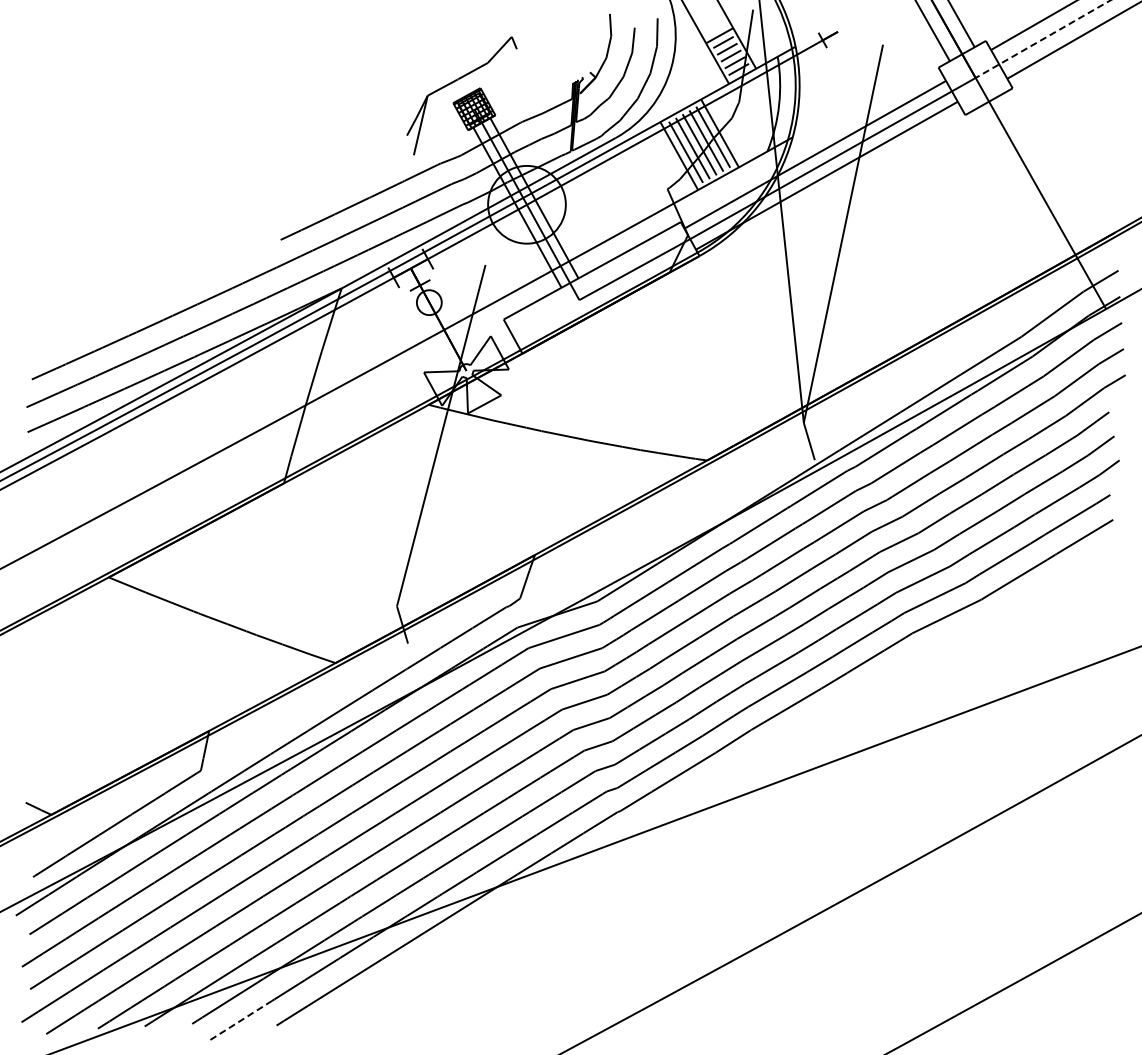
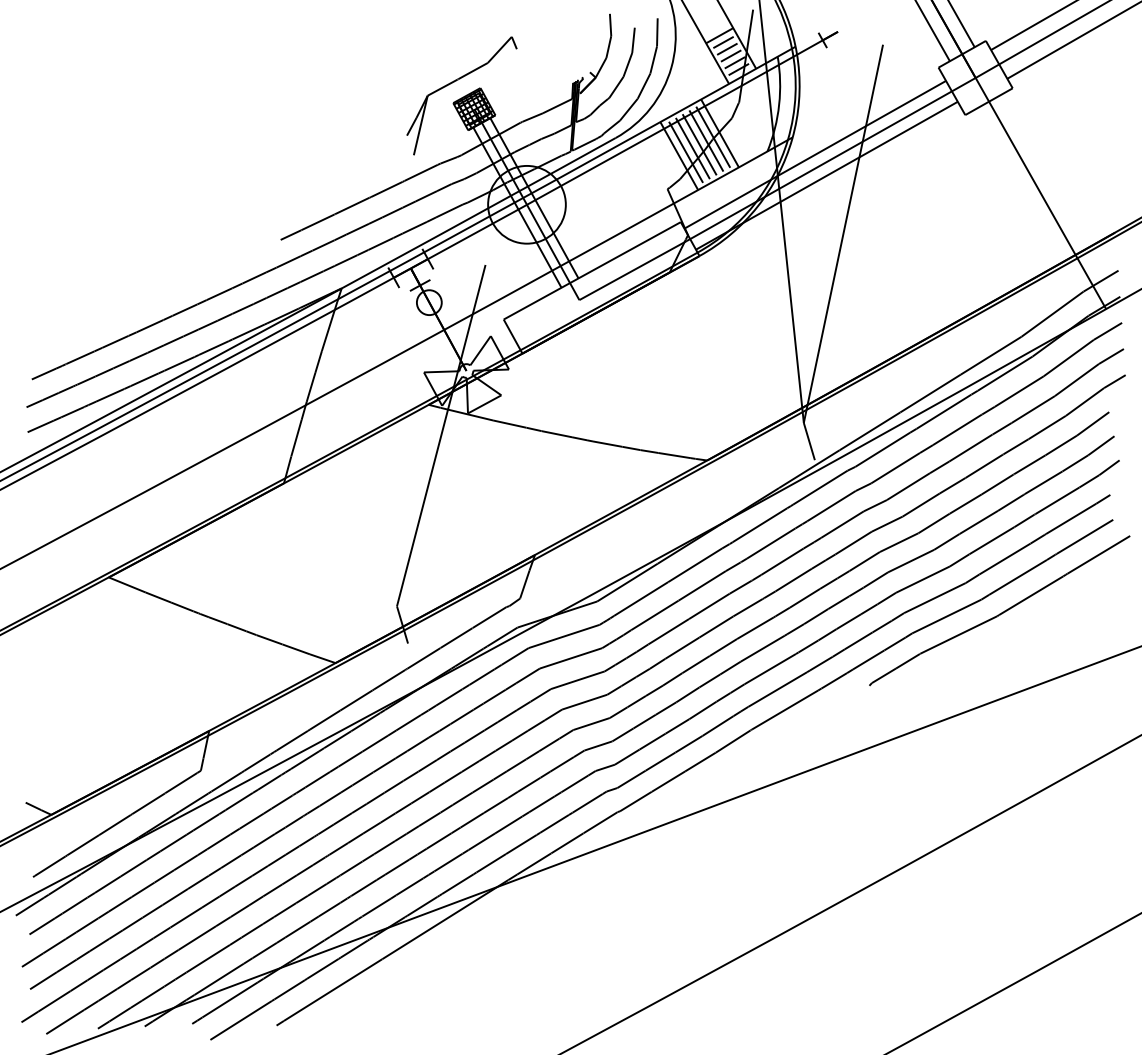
line at (1043, 39): dashed -> solid
part at (999, 610): none -> present
line at (241, 1020): dashed -> solid
